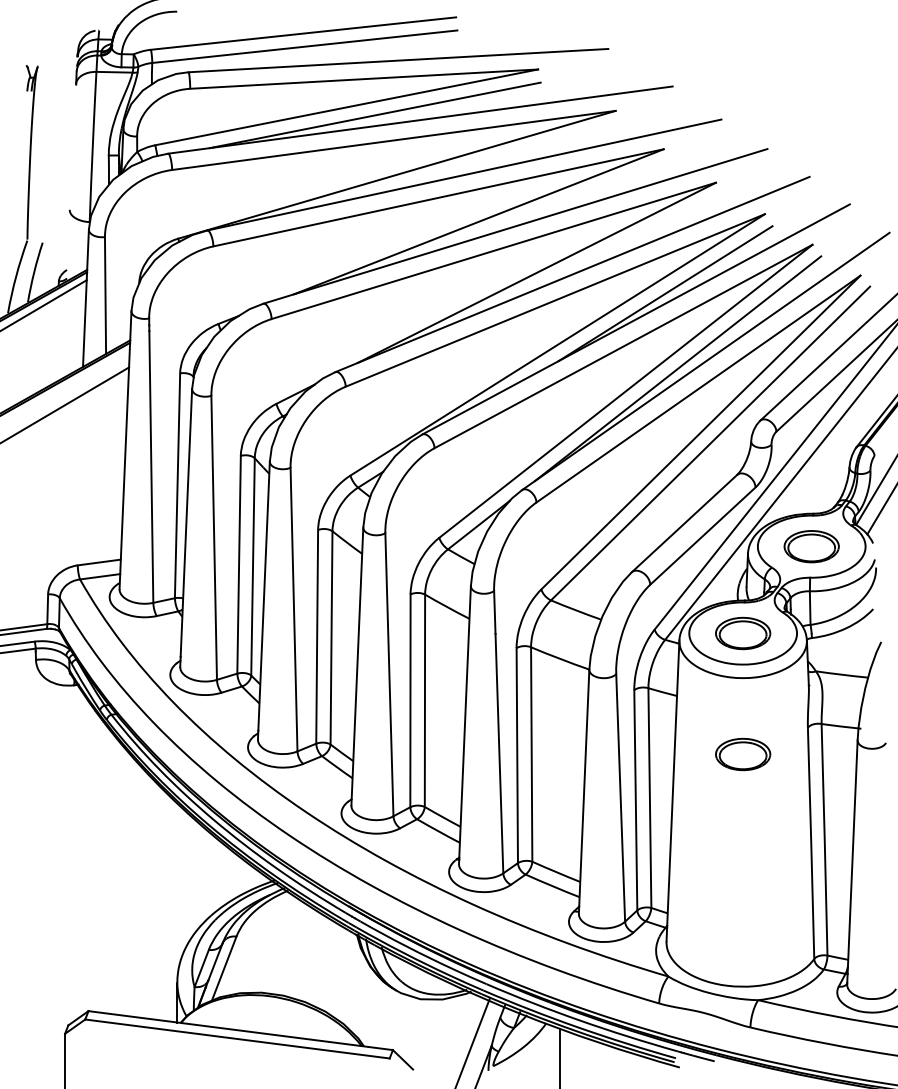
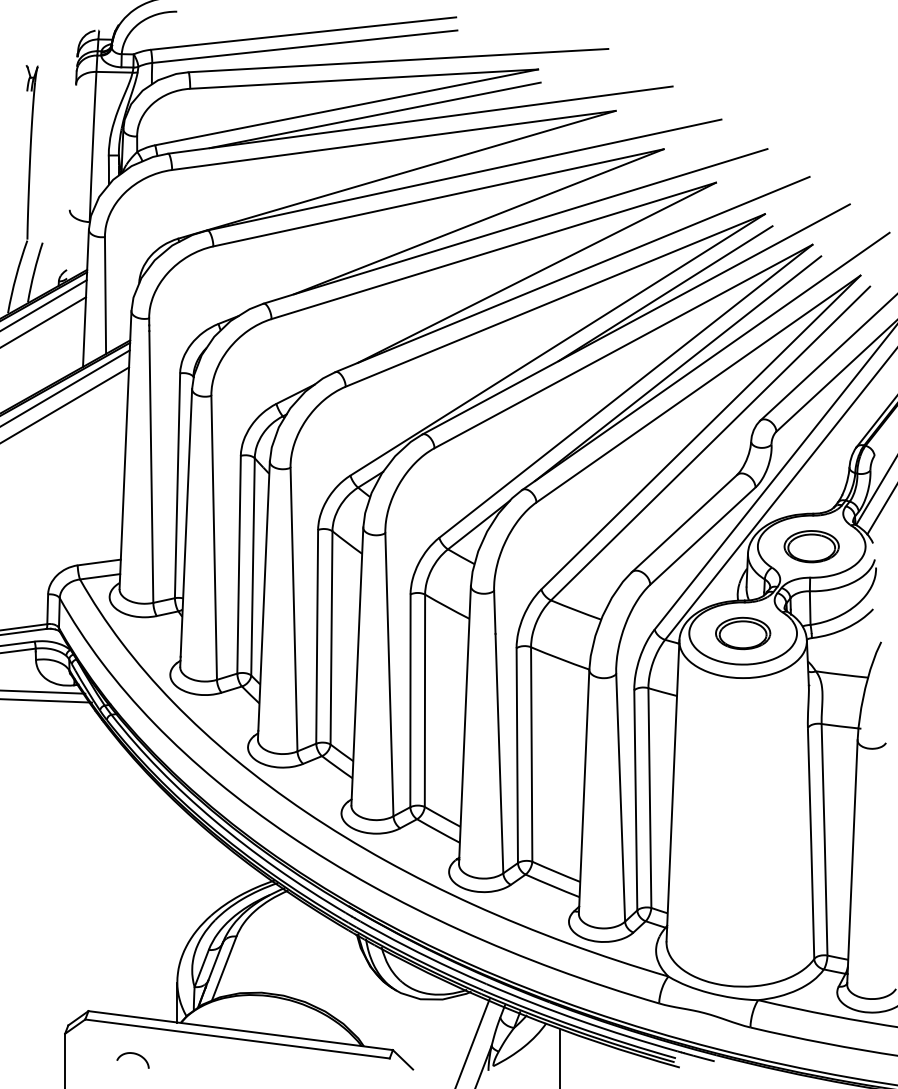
line at (44, 321): none -> present
line at (65, 387): none -> present
line at (43, 691): none -> present
line at (46, 700): none -> present
part at (743, 754): present -> none
curve at (132, 1054): none -> present
